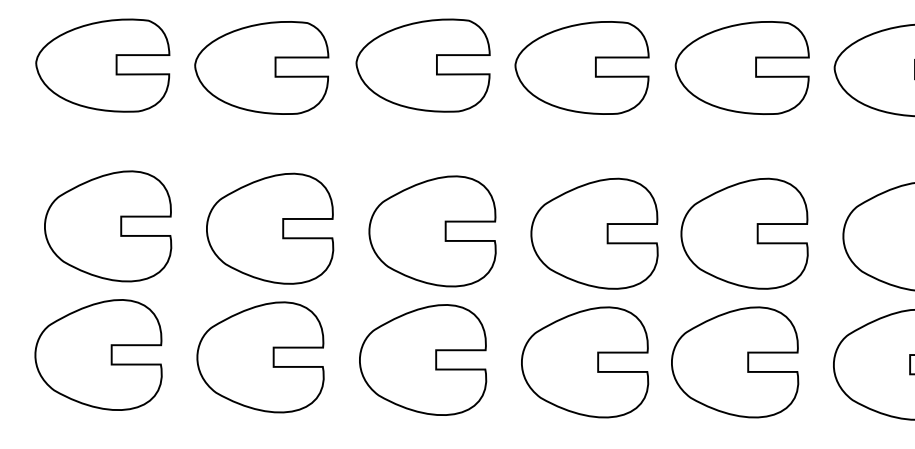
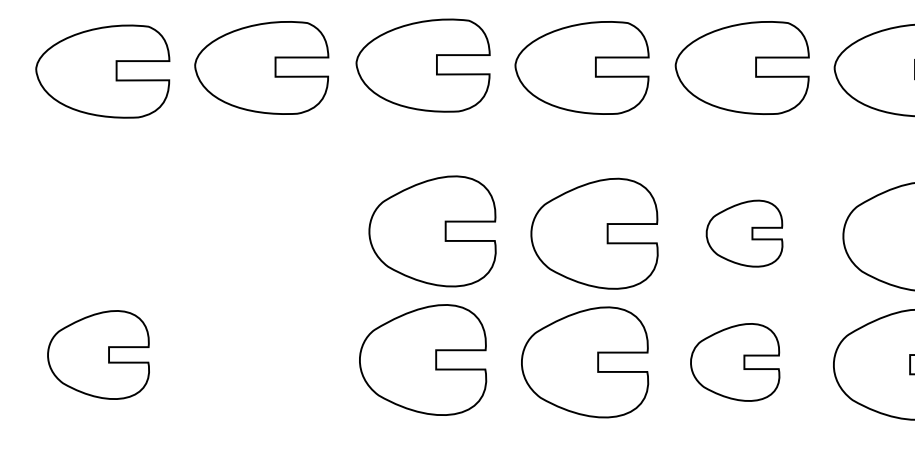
part at (102, 65) position: (102, 65) -> (102, 71)
part at (108, 226): present -> none
part at (270, 228): present -> none
part at (744, 233) size: 129x113 px -> 79x69 px
part at (98, 354) size: 129x112 px -> 103x90 px
part at (260, 357): present -> none
part at (735, 362) size: 129x113 px -> 91x79 px
